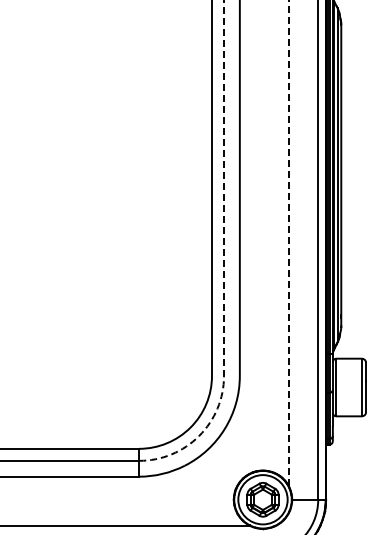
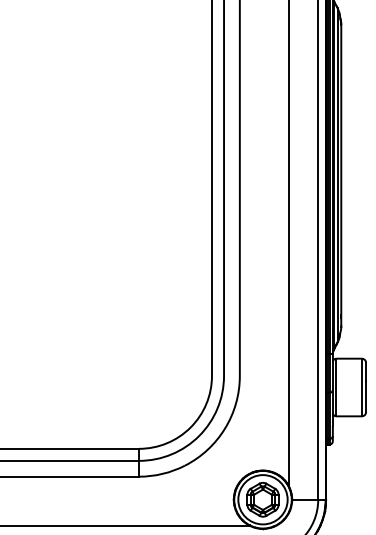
line at (288, 243): dashed -> solid
line at (224, 268): dashed -> solid
